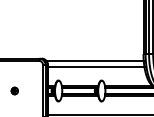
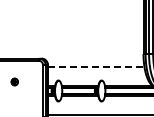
line at (94, 60): present -> none
line at (96, 67): solid -> dashed
part at (14, 90) position: (14, 90) -> (14, 81)
